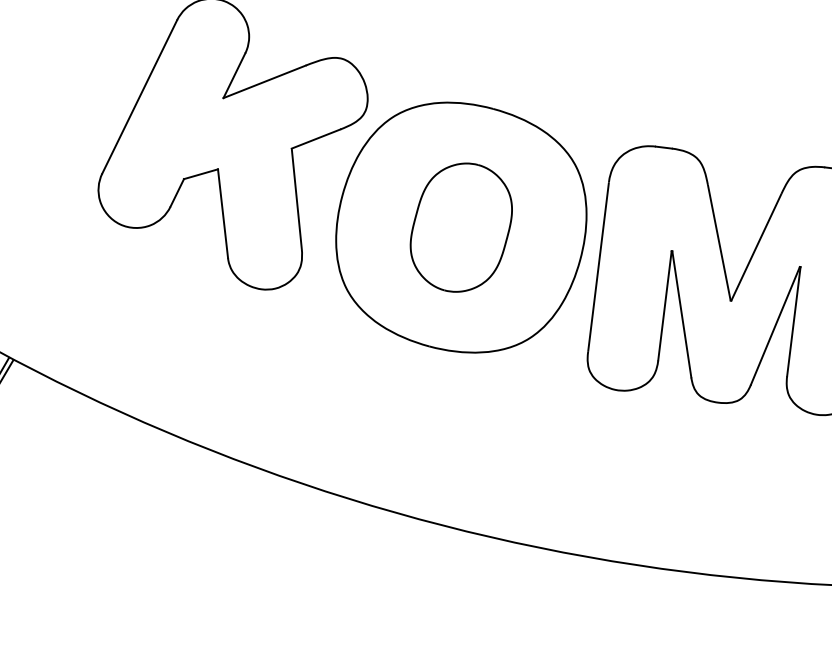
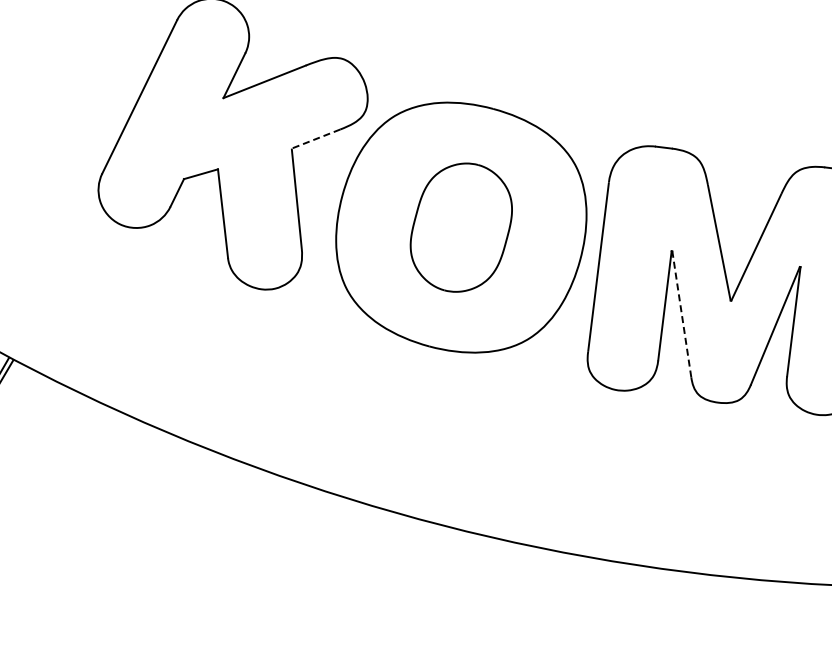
line at (315, 139): solid -> dashed
line at (681, 314): solid -> dashed
